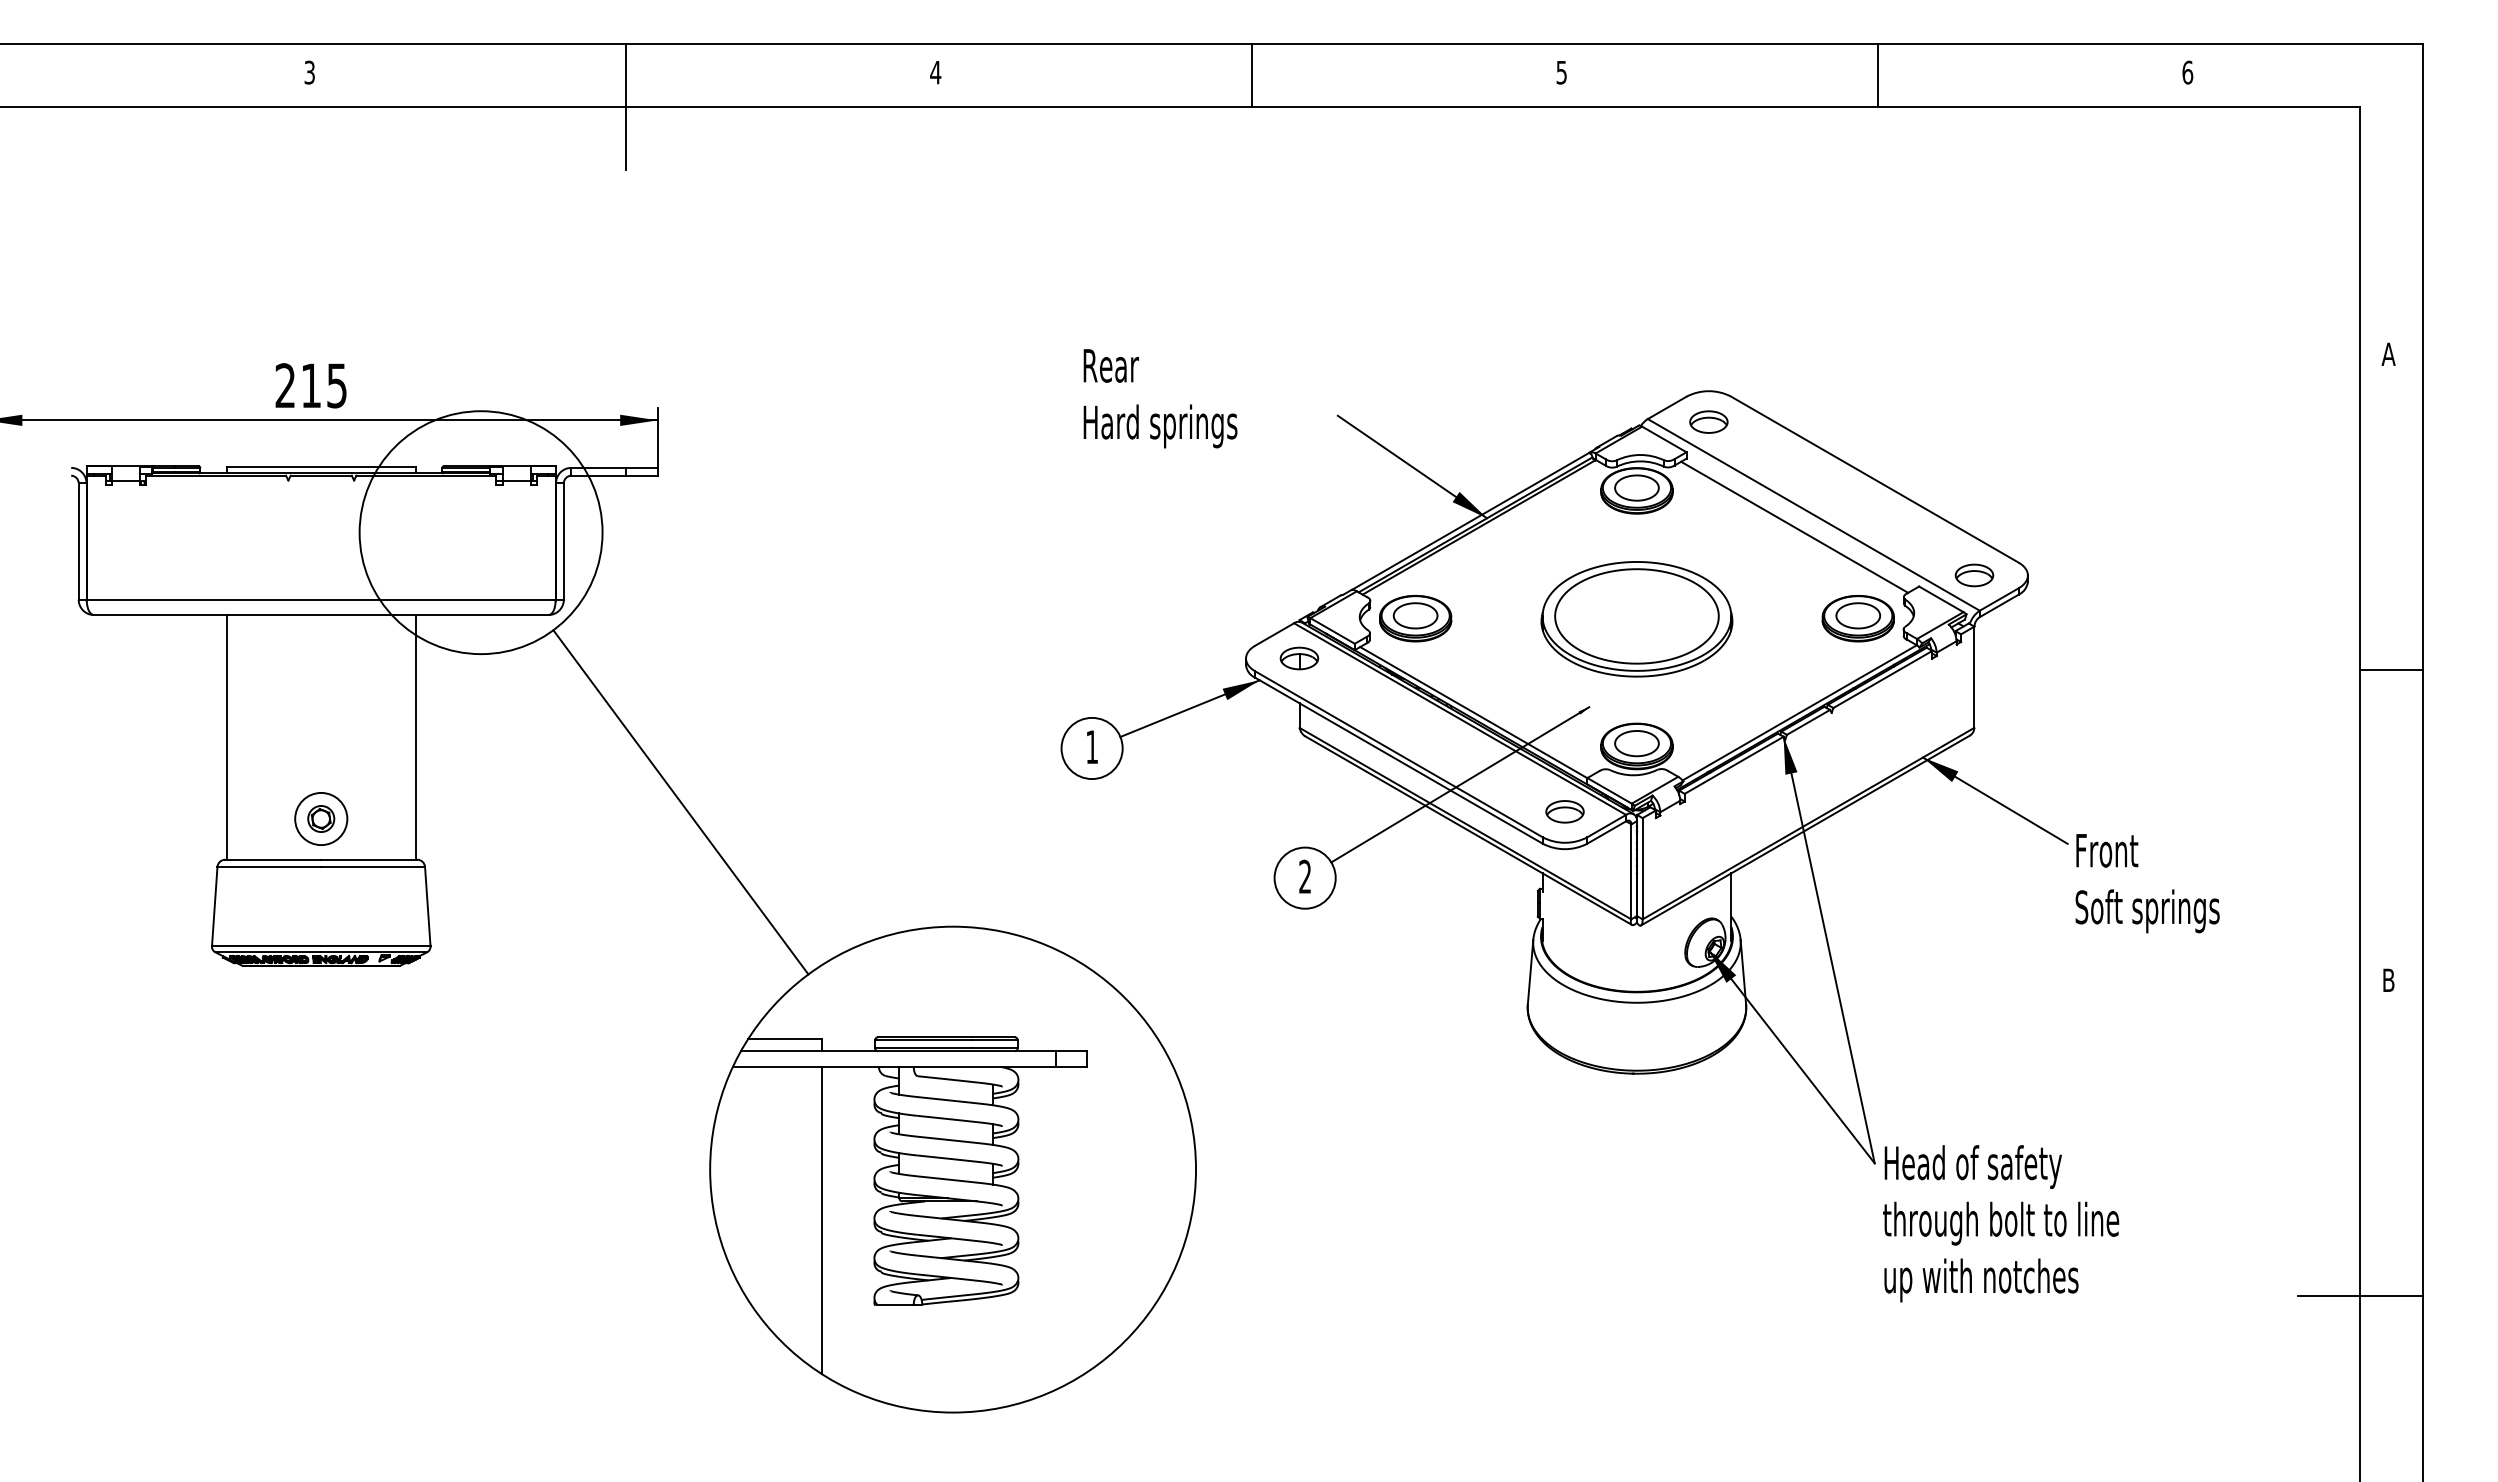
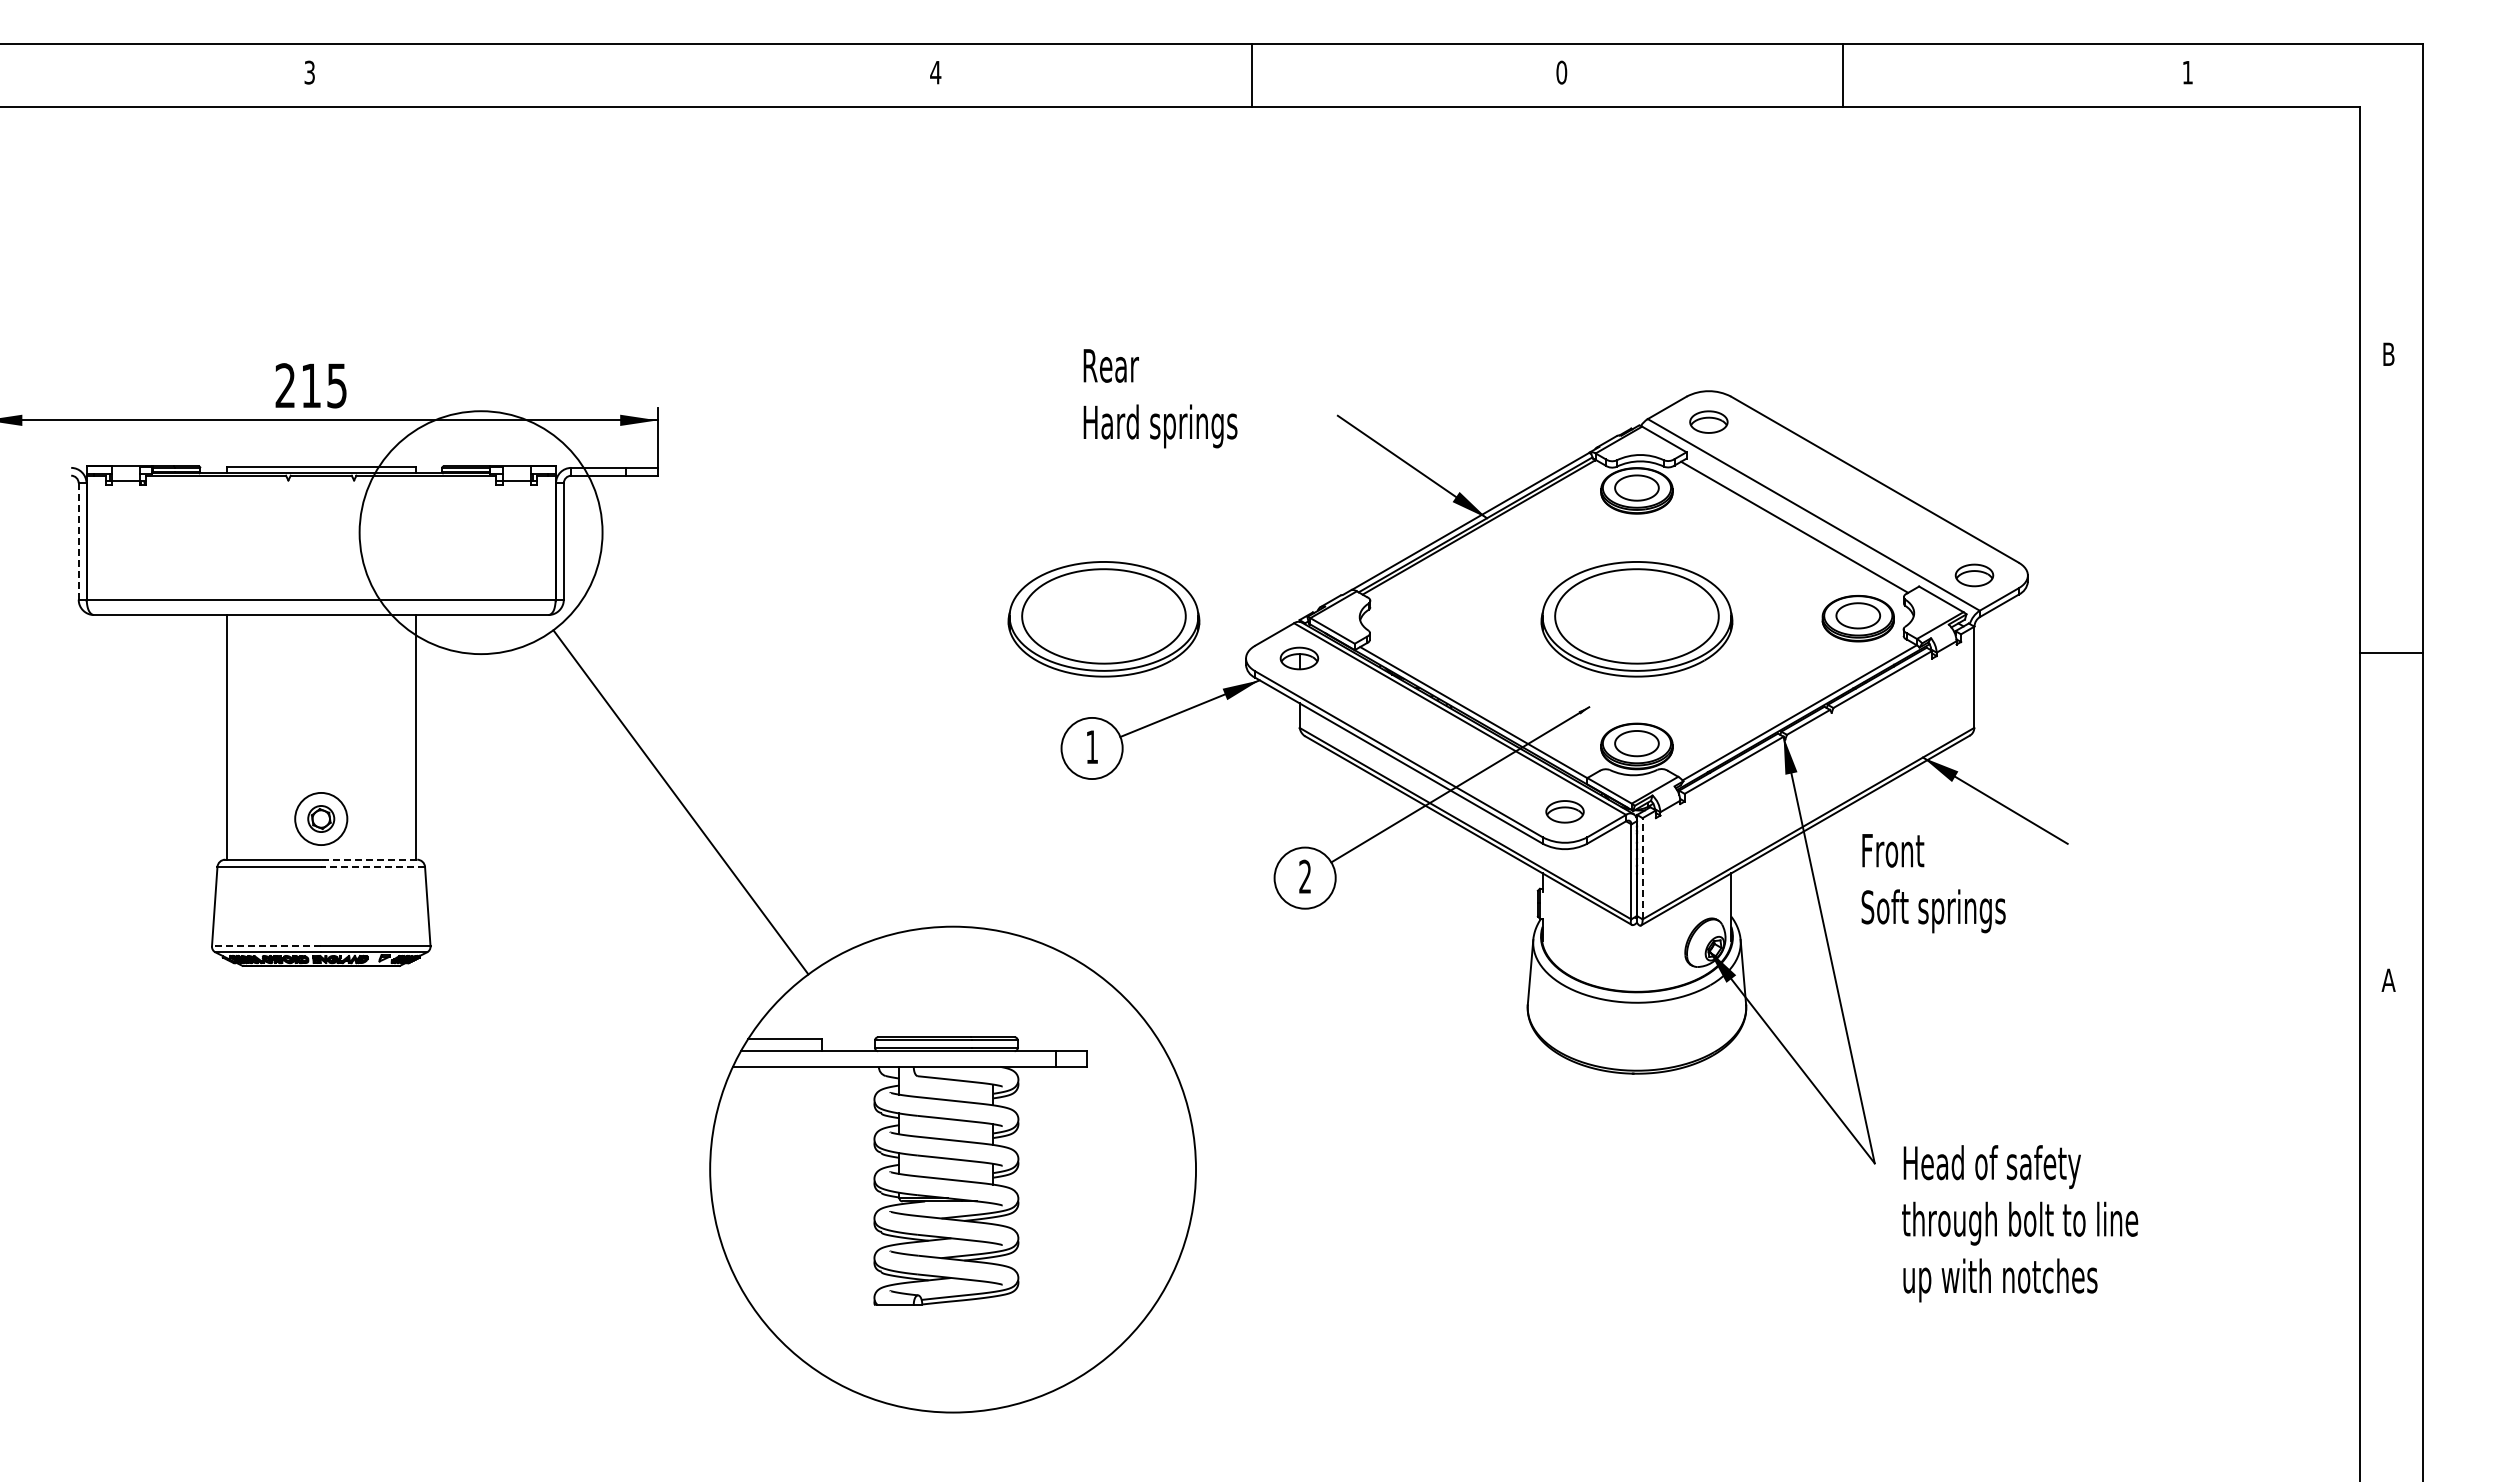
text at (1561, 72): 5 -> 0
text at (2187, 72): 6 -> 1
line at (1878, 75) position: (1878, 75) -> (1843, 75)
line at (626, 106): present -> none
text at (2388, 353): A -> B
line at (78, 540): solid -> dashed
part at (1415, 618): present -> none
part at (1103, 619): none -> present
line at (2391, 670) position: (2391, 670) -> (2391, 653)
line at (369, 859): solid -> dashed
line at (373, 867): solid -> dashed
line at (1642, 868): solid -> dashed
text at (2147, 883) position: (2147, 883) -> (1933, 883)
line at (266, 946): solid -> dashed
text at (2388, 979): B -> A
line at (822, 1220): present -> none
text at (2001, 1223) position: (2001, 1223) -> (2020, 1223)
line at (2360, 1296): present -> none
